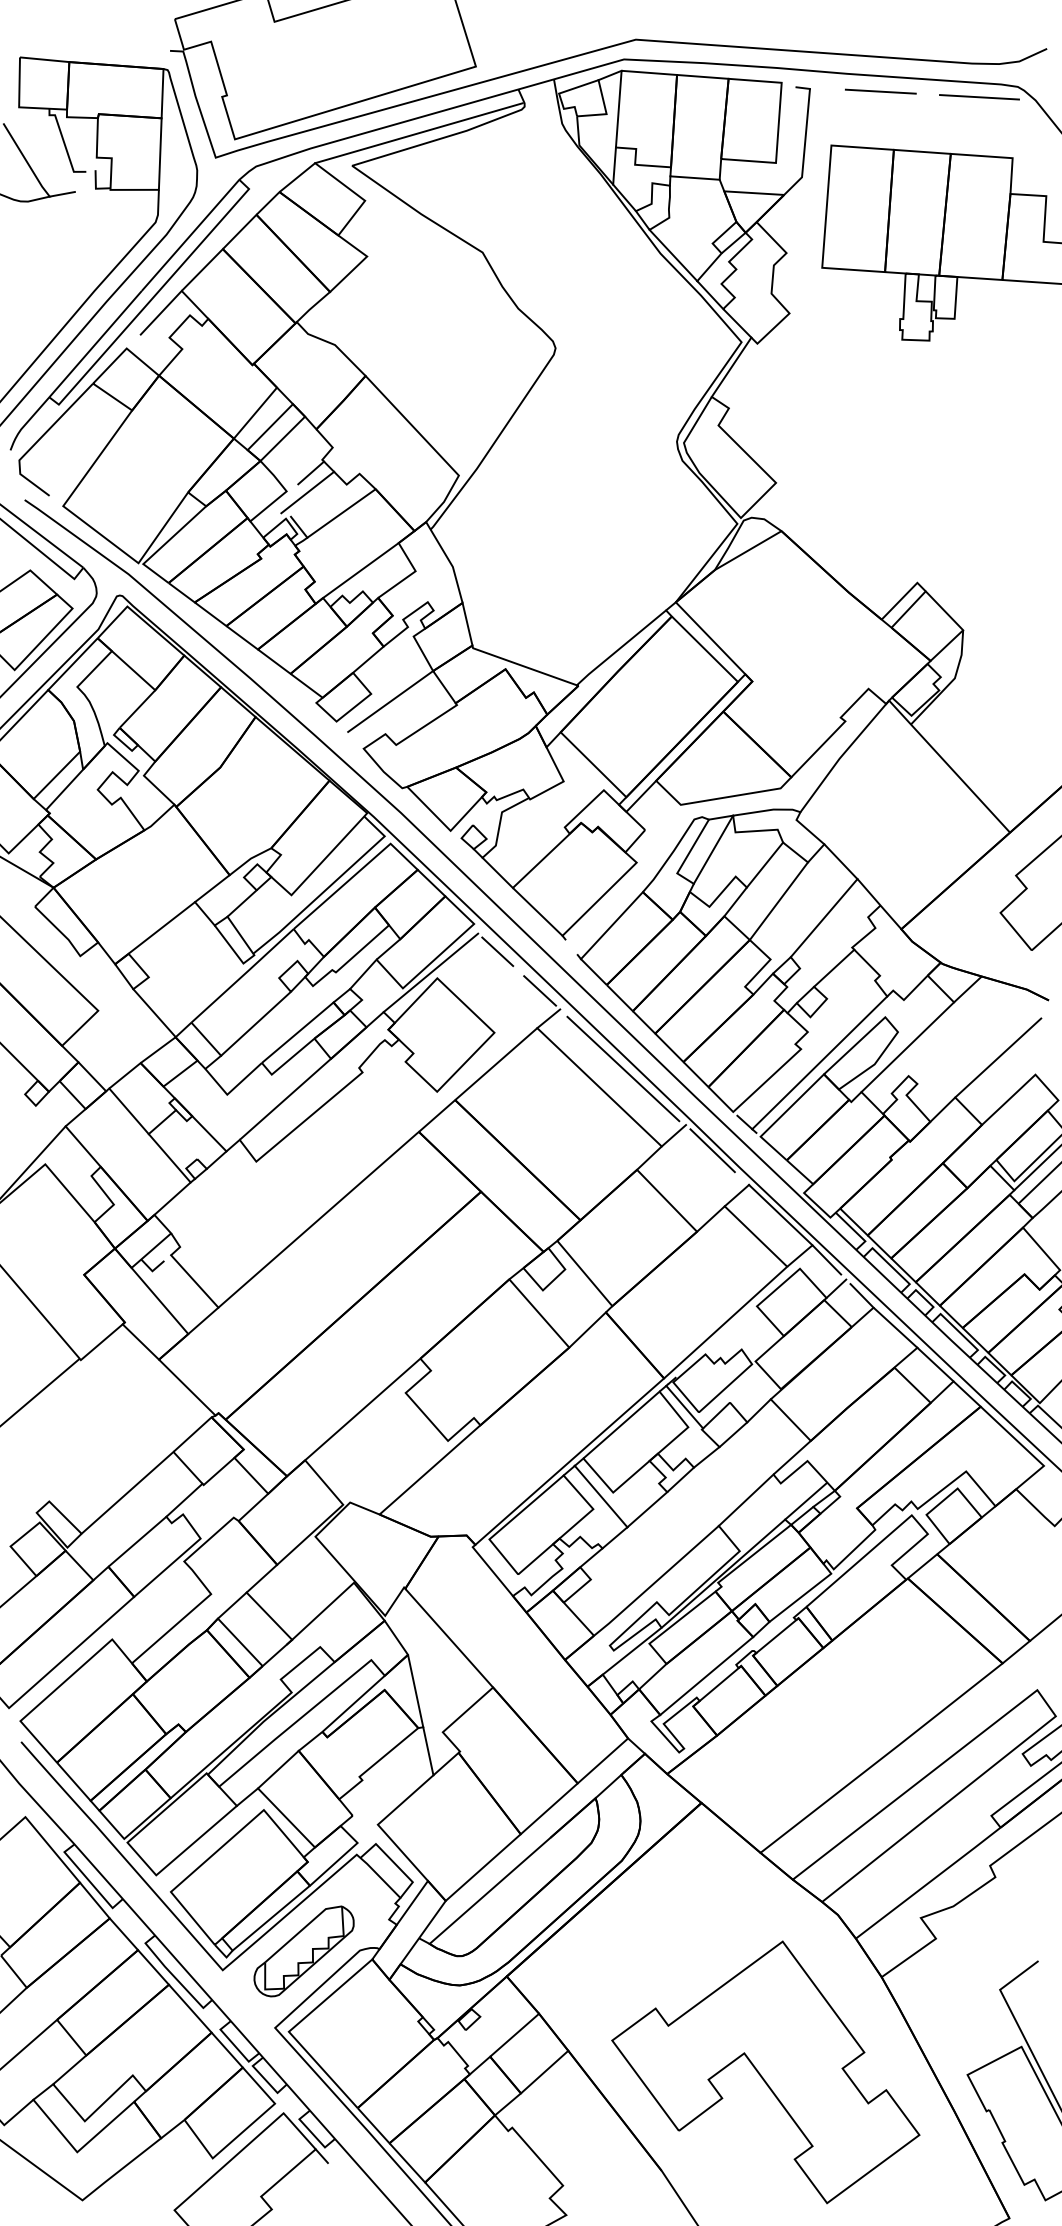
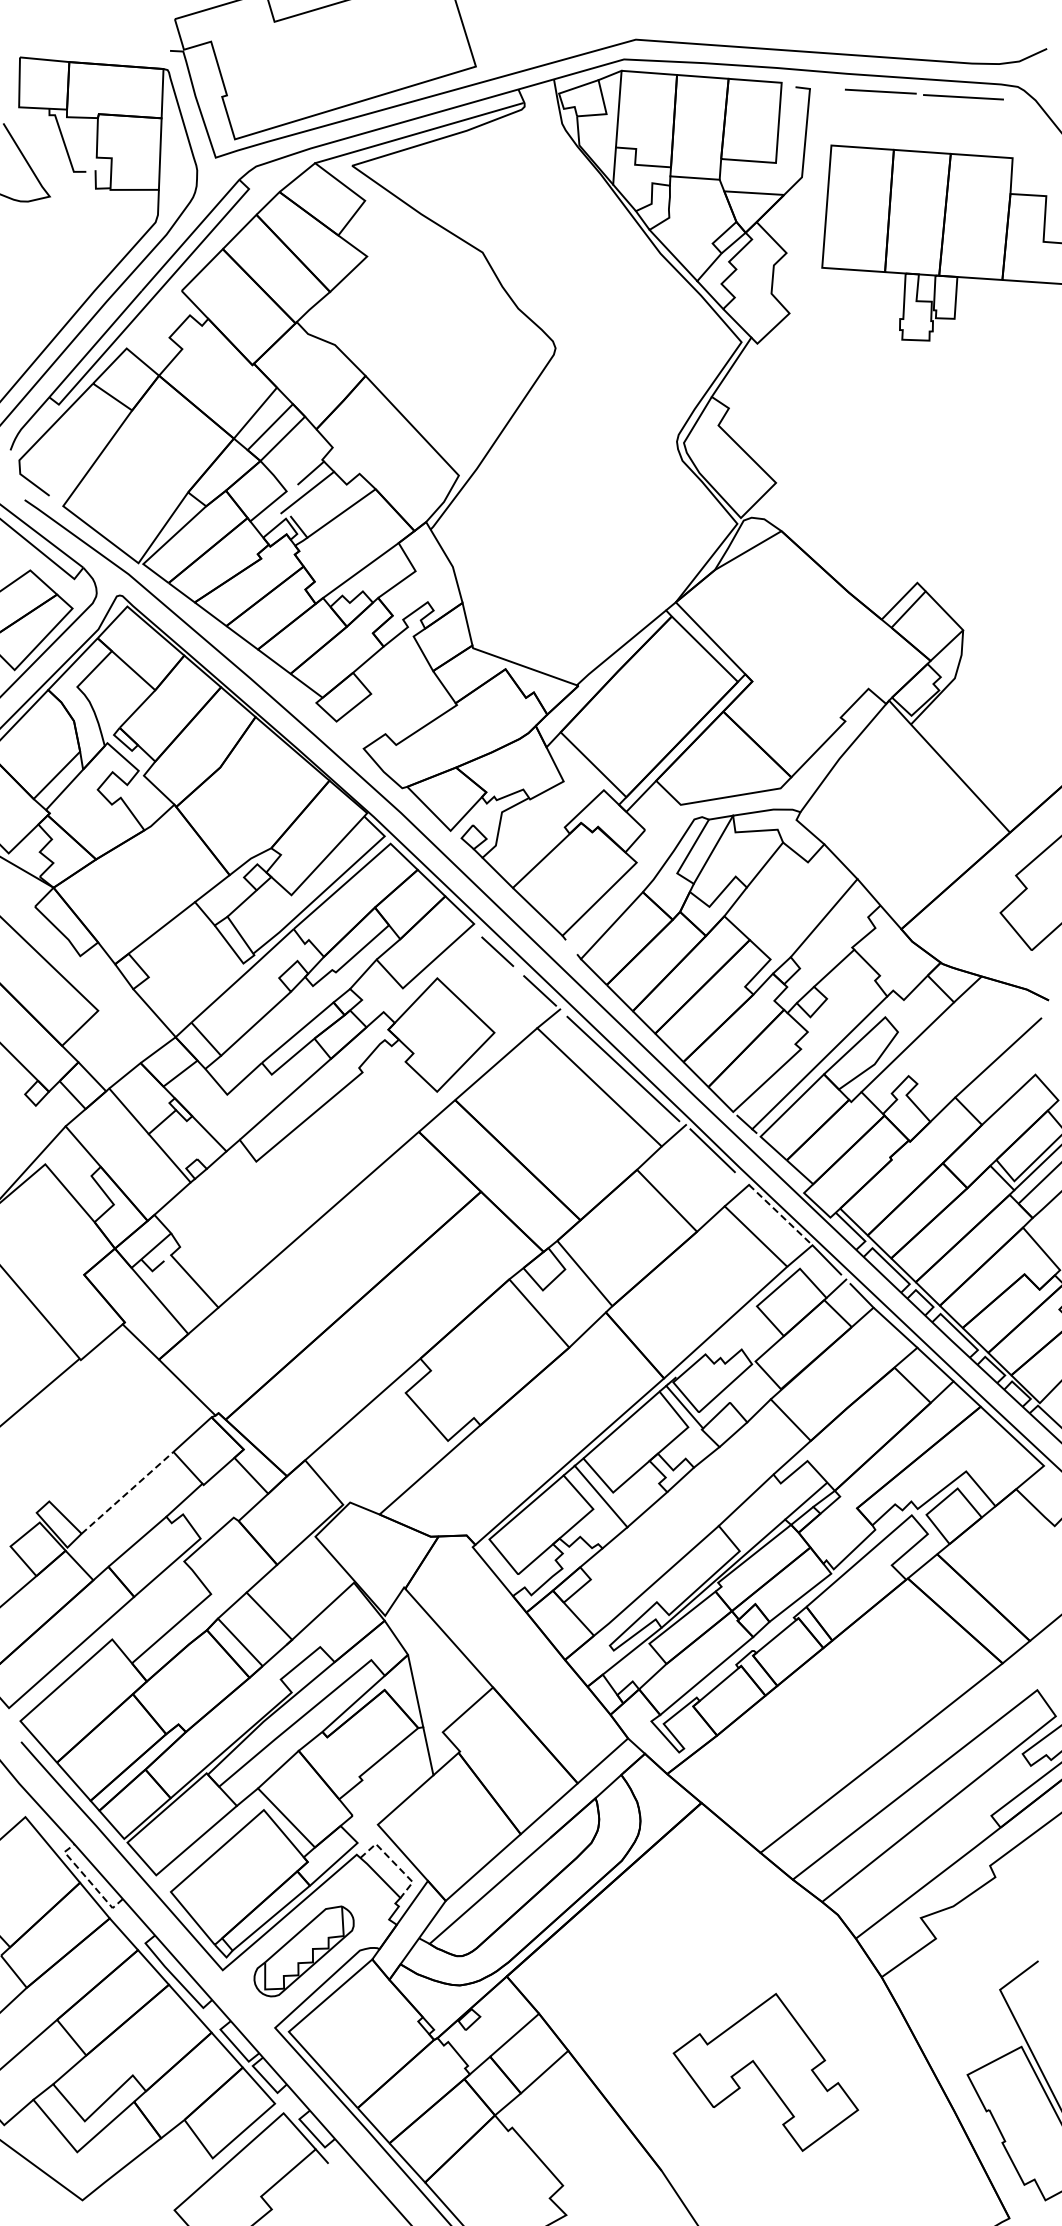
line at (979, 97) position: (979, 97) -> (963, 97)
line at (61, 194): present -> none
line at (160, 312): present -> none
line at (390, 701): present -> none
line at (778, 901): present -> none
line at (430, 972): present -> none
line at (780, 1215): solid -> dashed
line at (127, 1492): solid -> dashed
line at (394, 1863): solid -> dashed
line at (88, 1880): solid -> dashed
part at (765, 2072) size: 310x265 px -> 188x160 px
